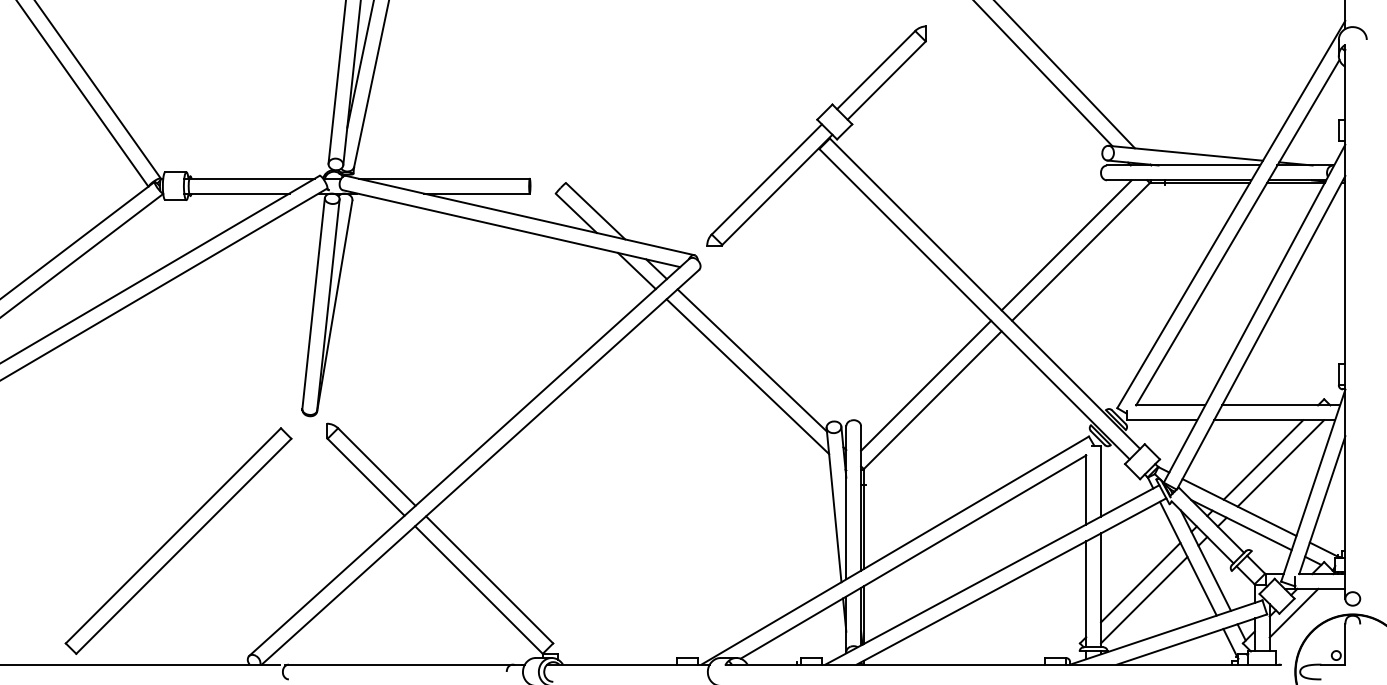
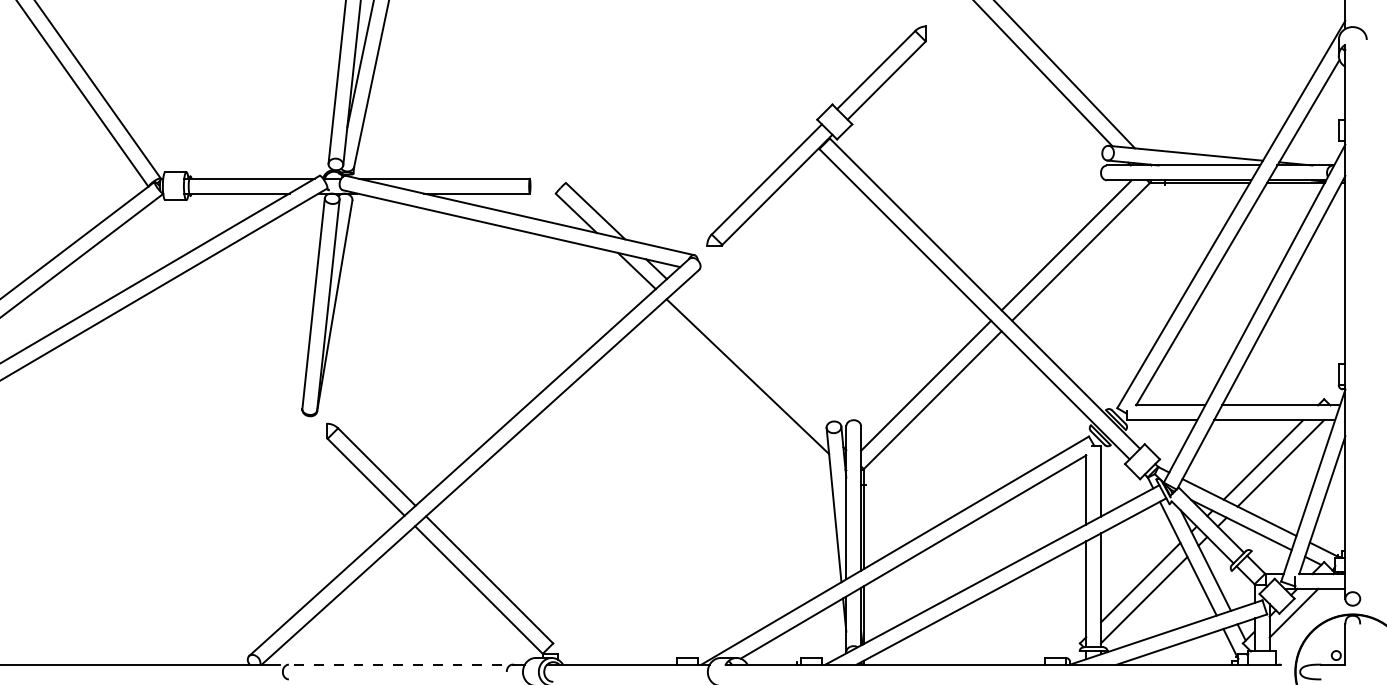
line at (752, 360): present -> none
part at (178, 540): present -> none
line at (403, 664): solid -> dashed
